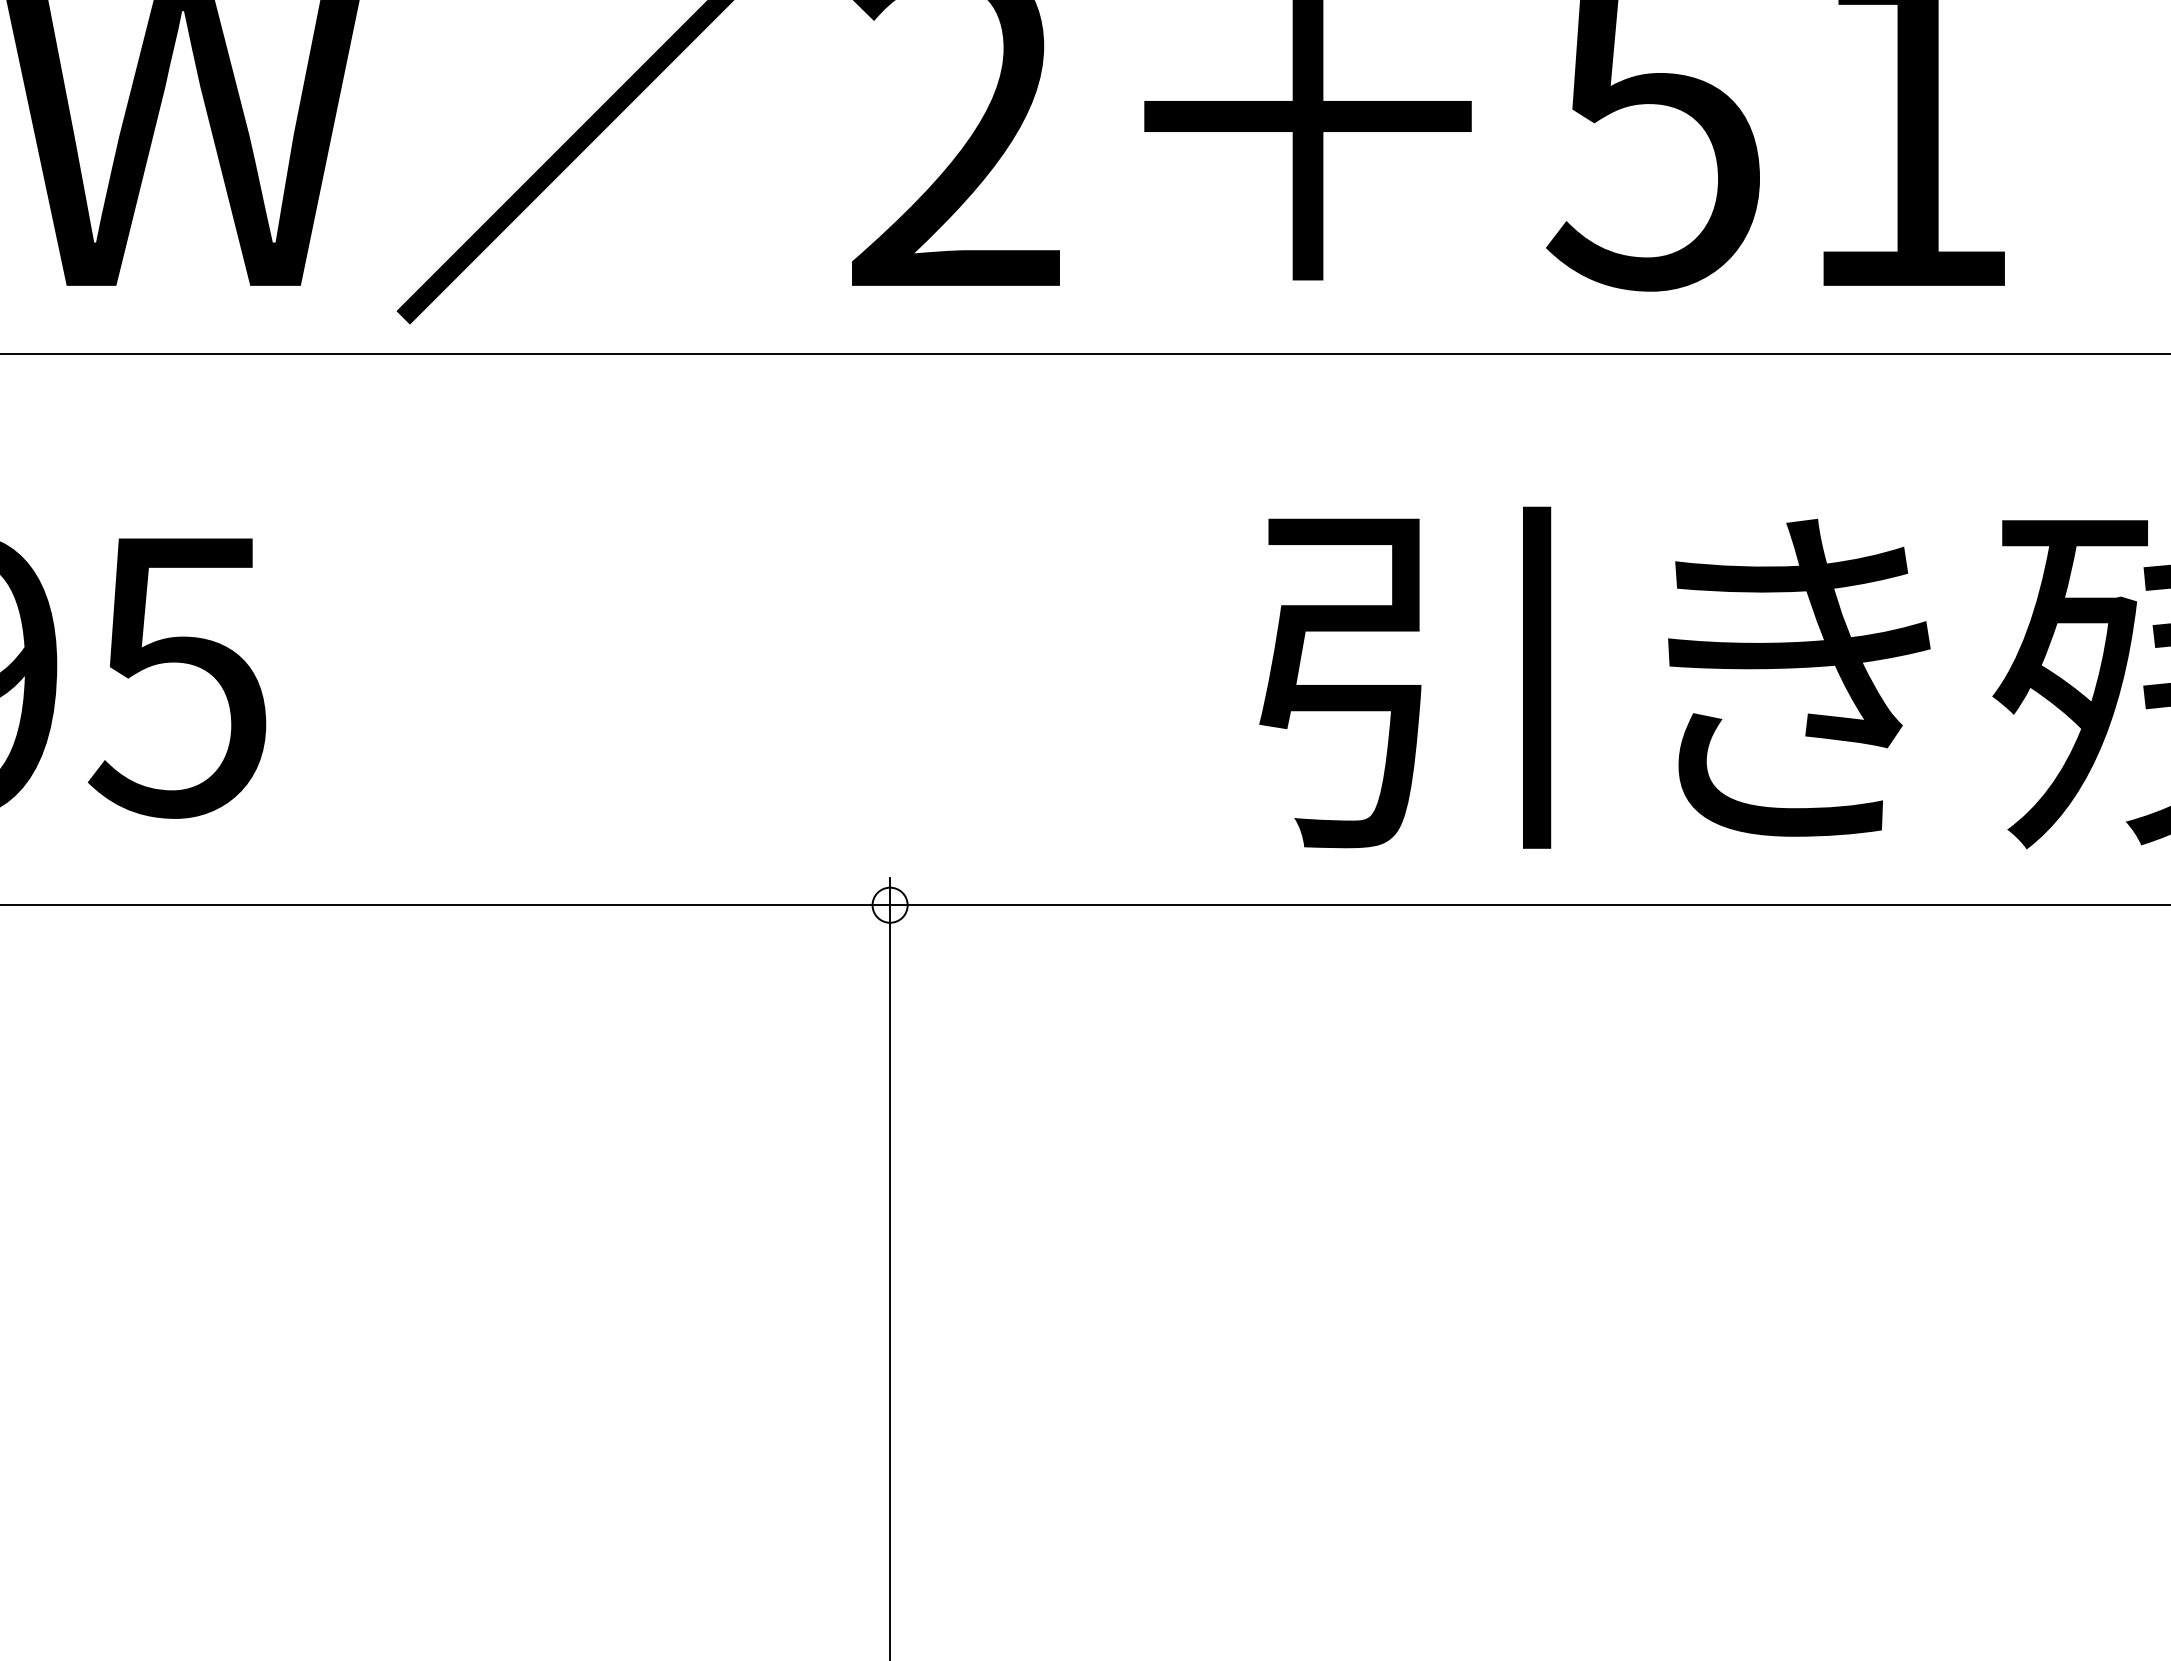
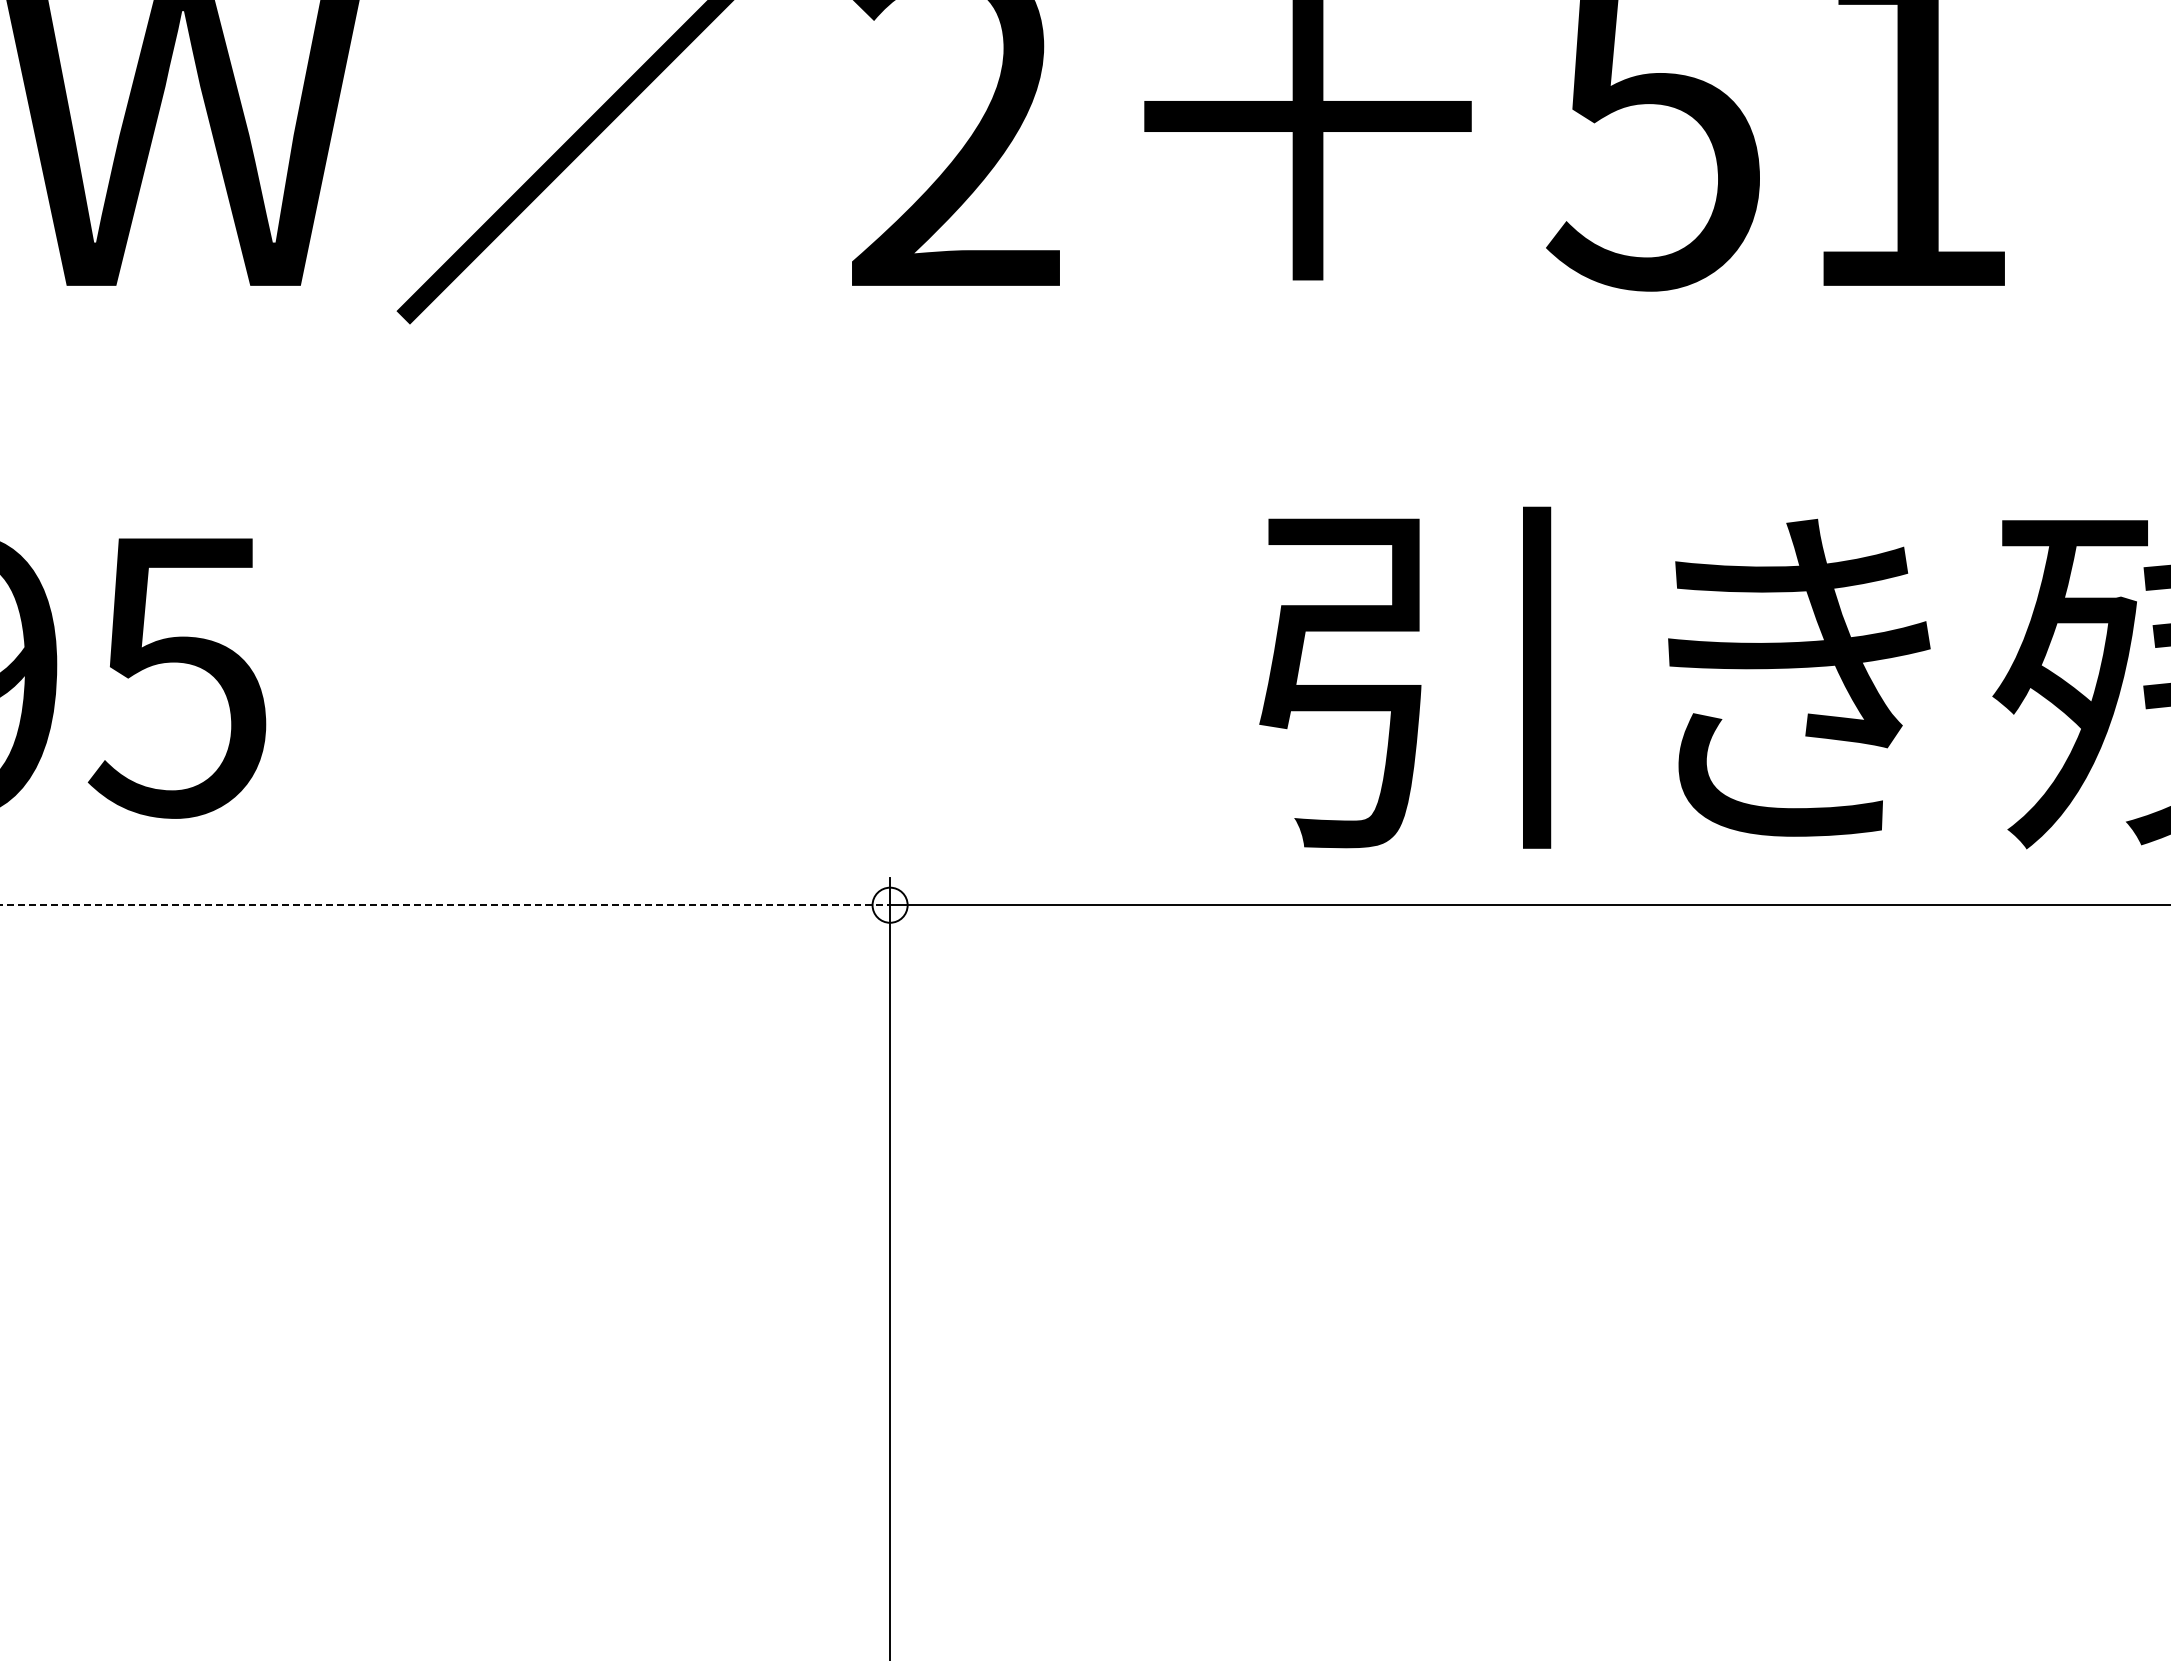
line at (1084, 354): present -> none
line at (445, 905): solid -> dashed
